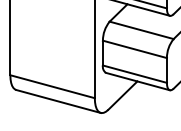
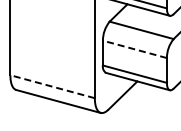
line at (134, 49): solid -> dashed
line at (52, 86): solid -> dashed
